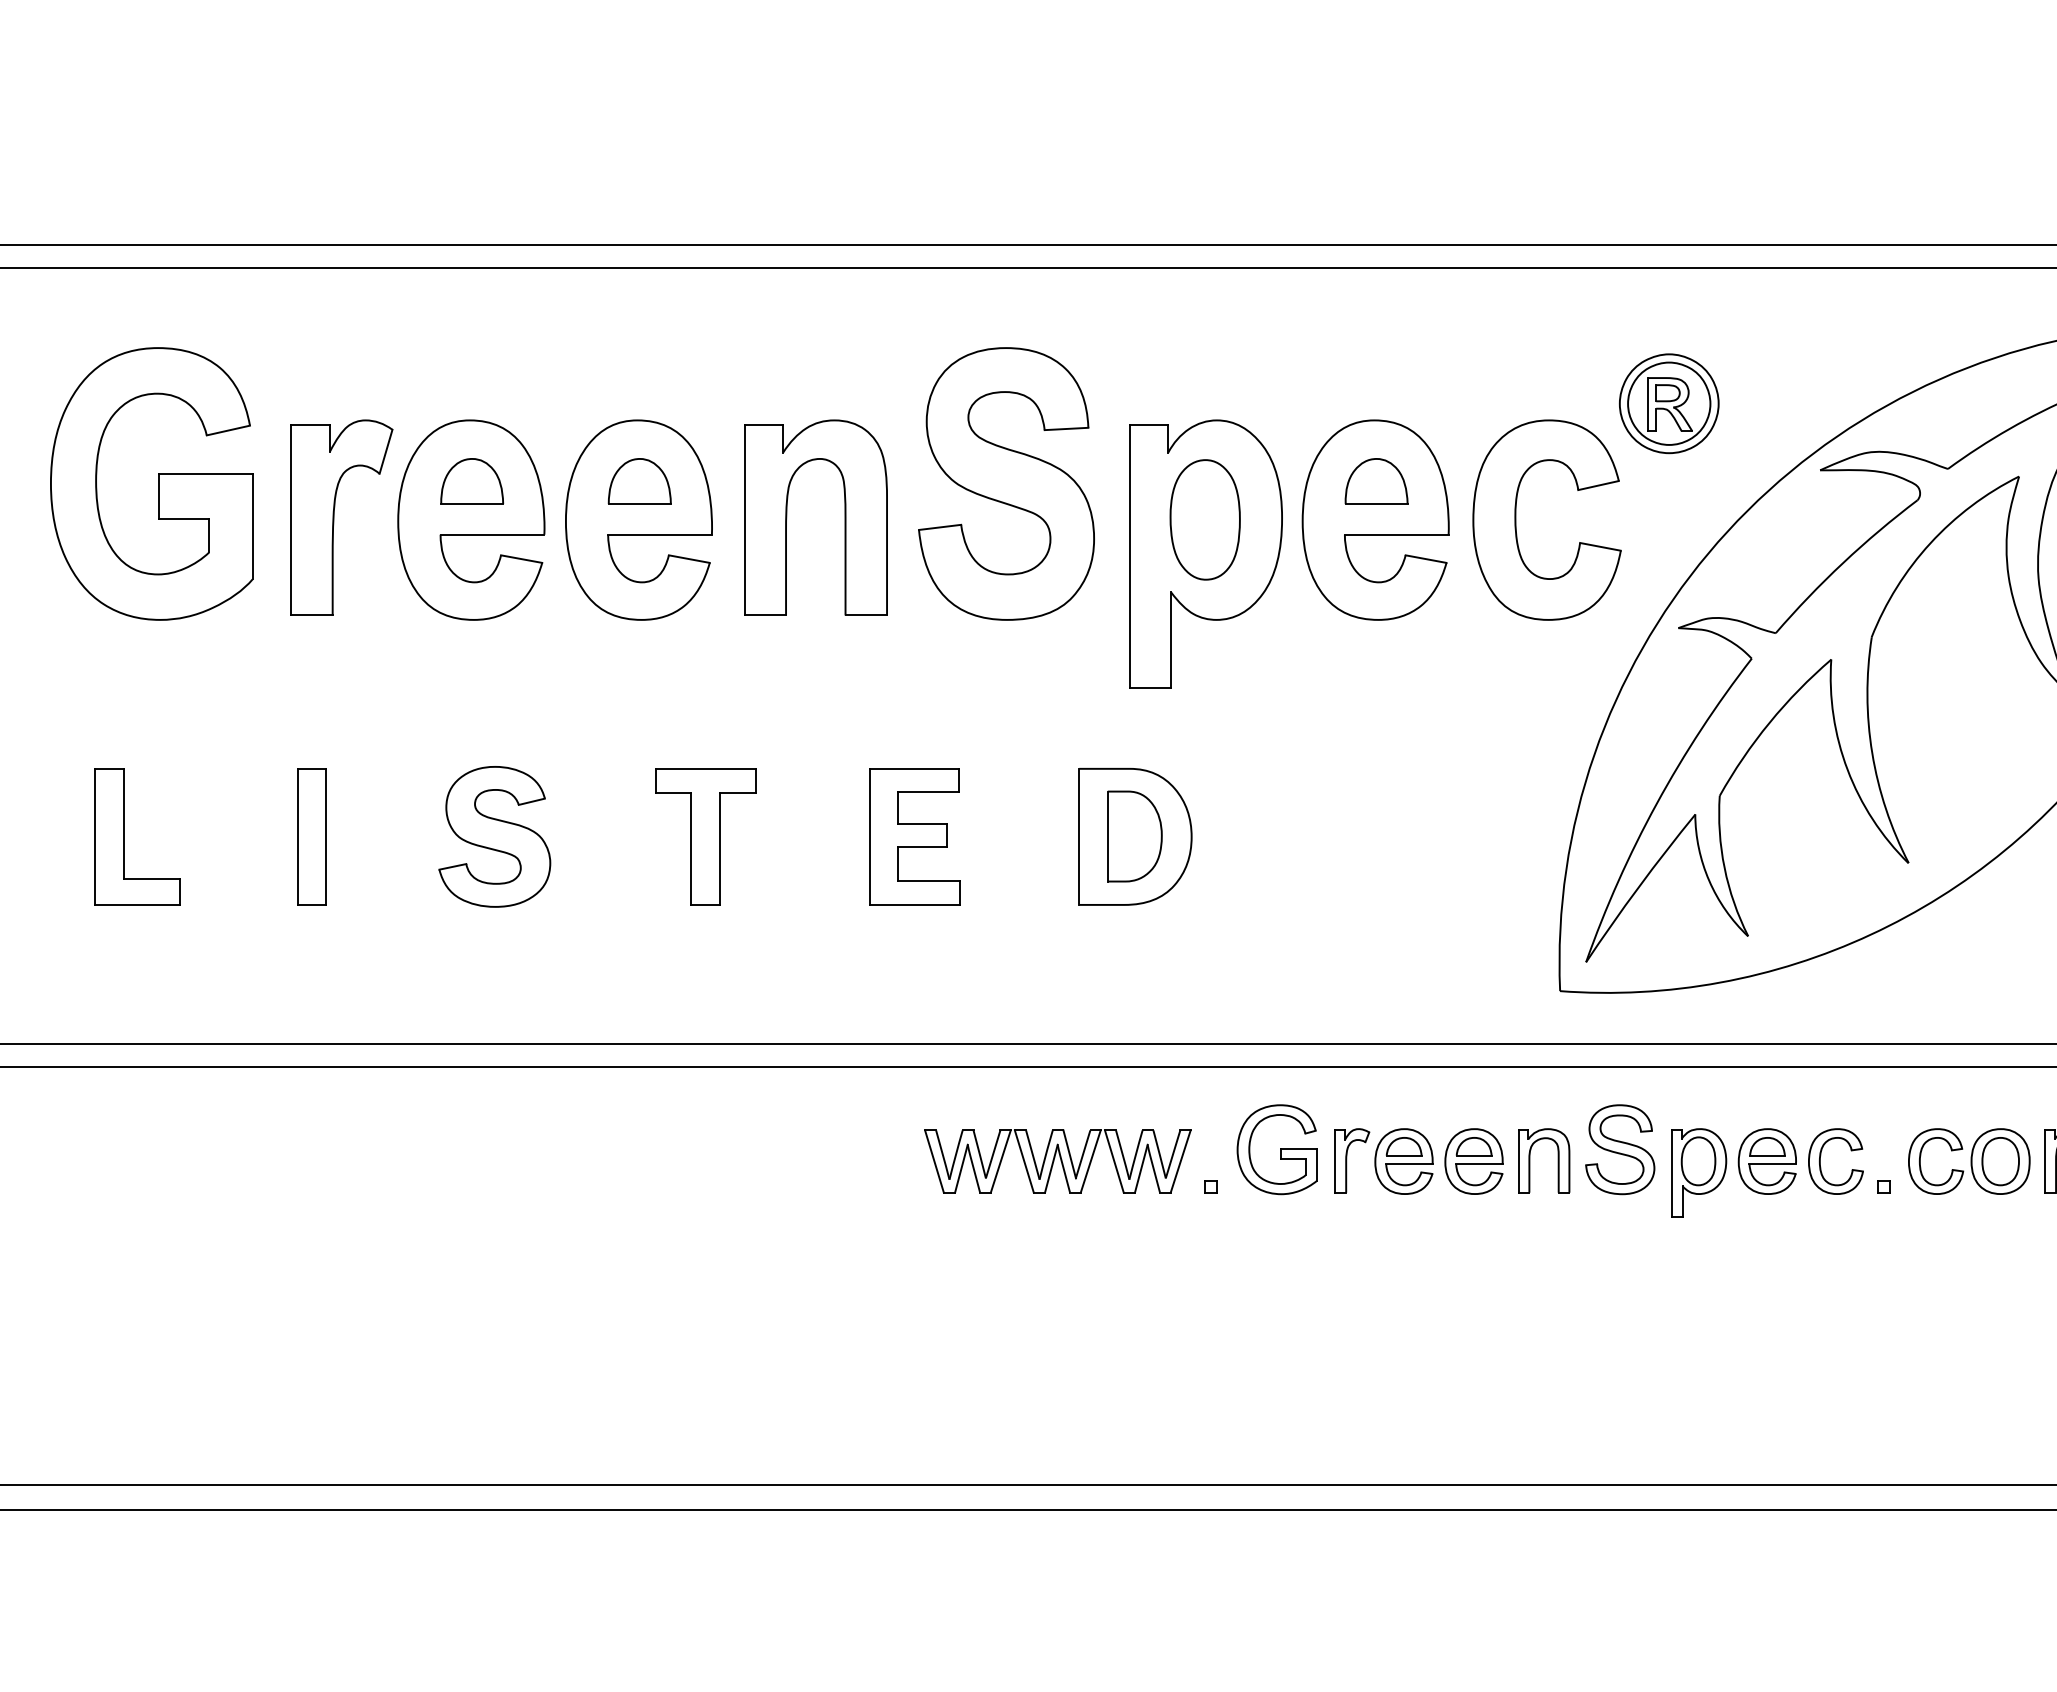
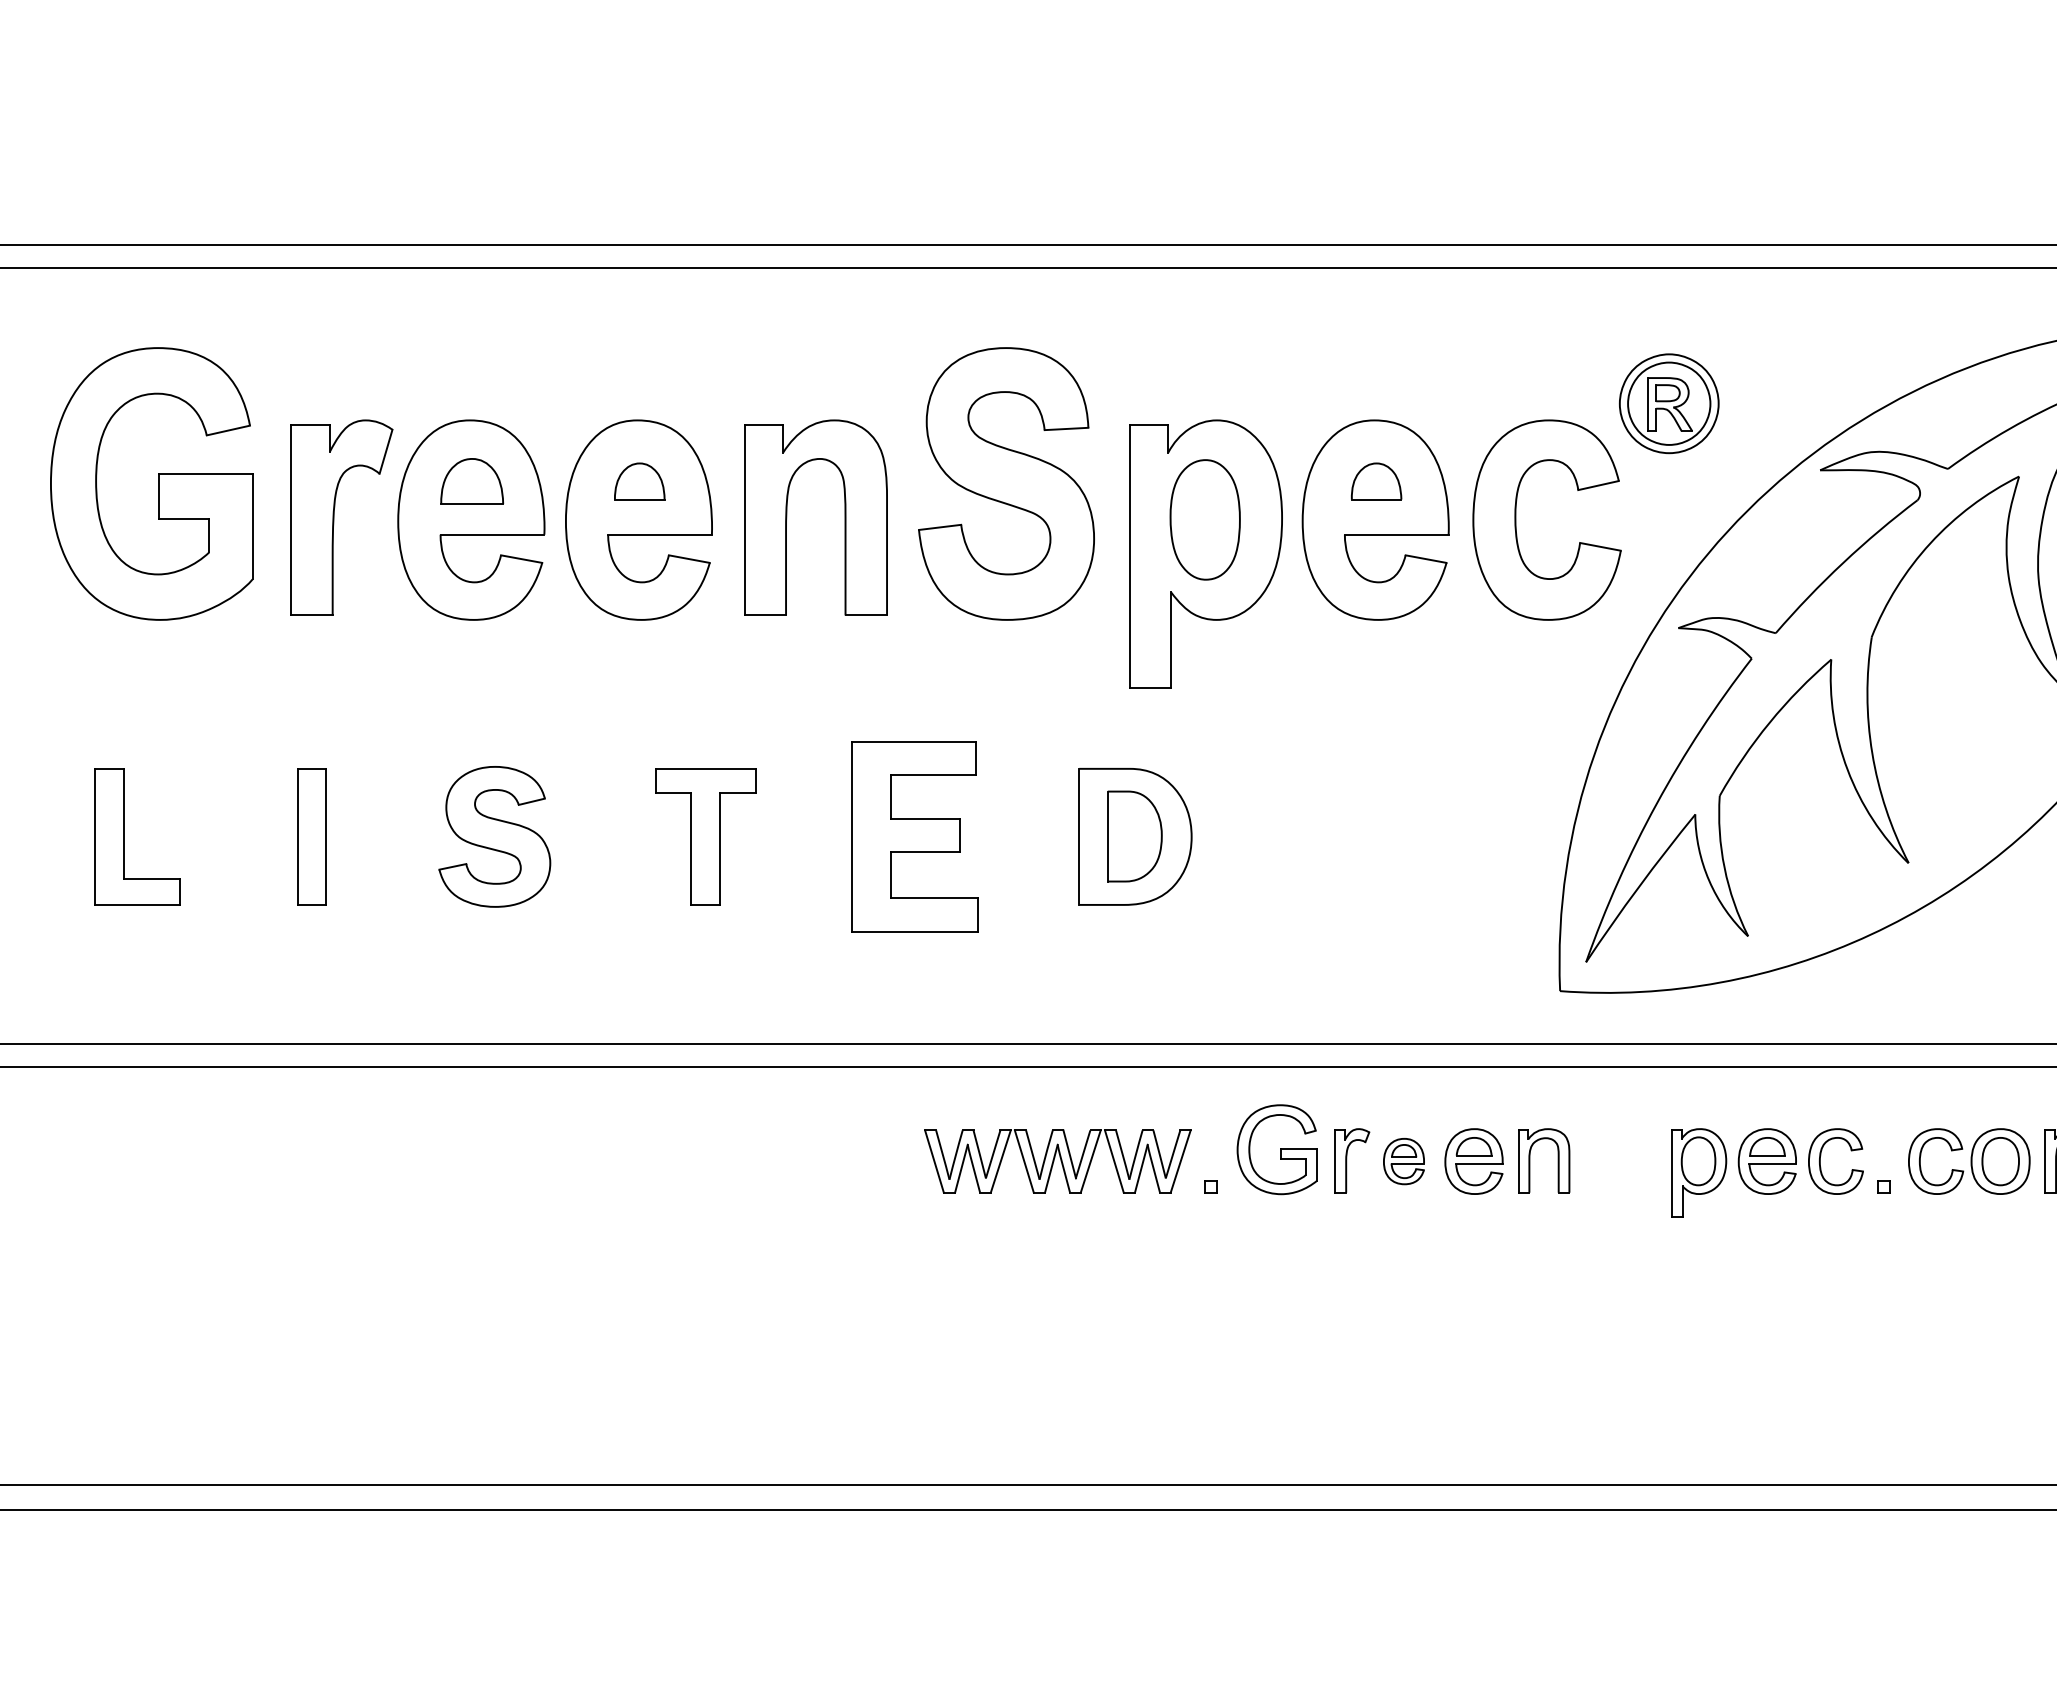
part at (639, 481) size: 65x47 px -> 52x39 px
part at (1376, 481) size: 65x47 px -> 52x39 px
part at (914, 836) size: 92x138 px -> 128x192 px
part at (1620, 1149): present -> none
part at (1403, 1161) size: 60x67 px -> 42x48 px
